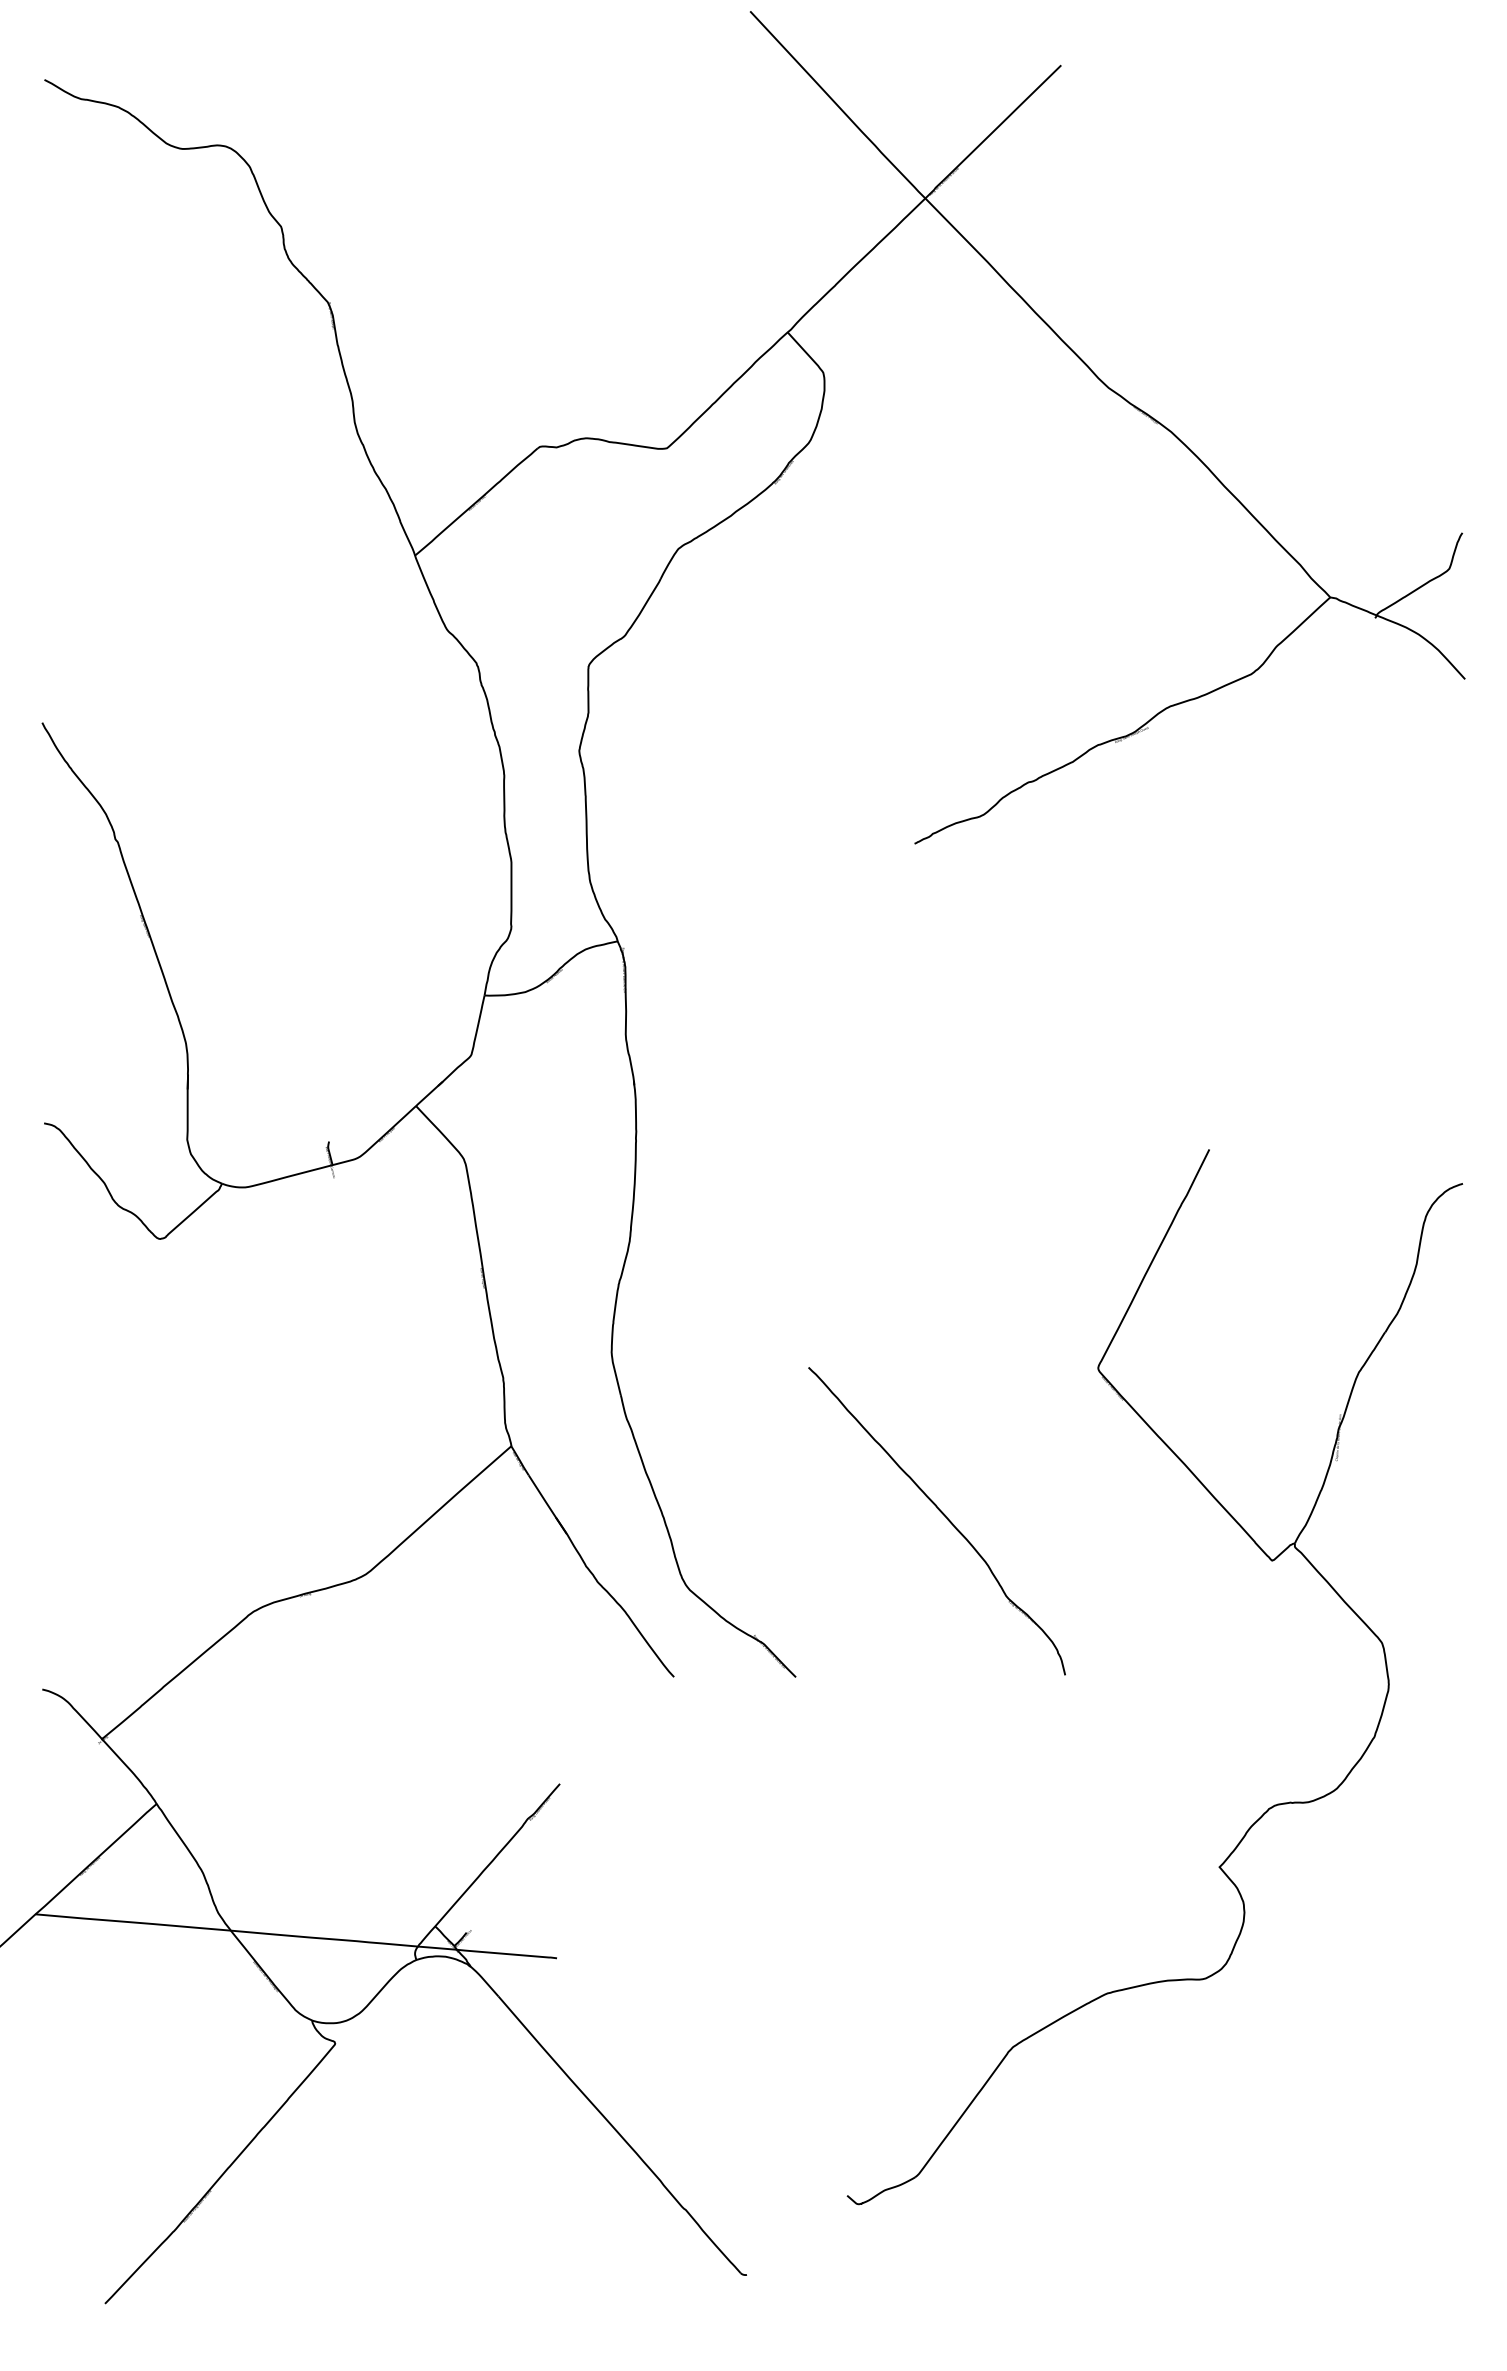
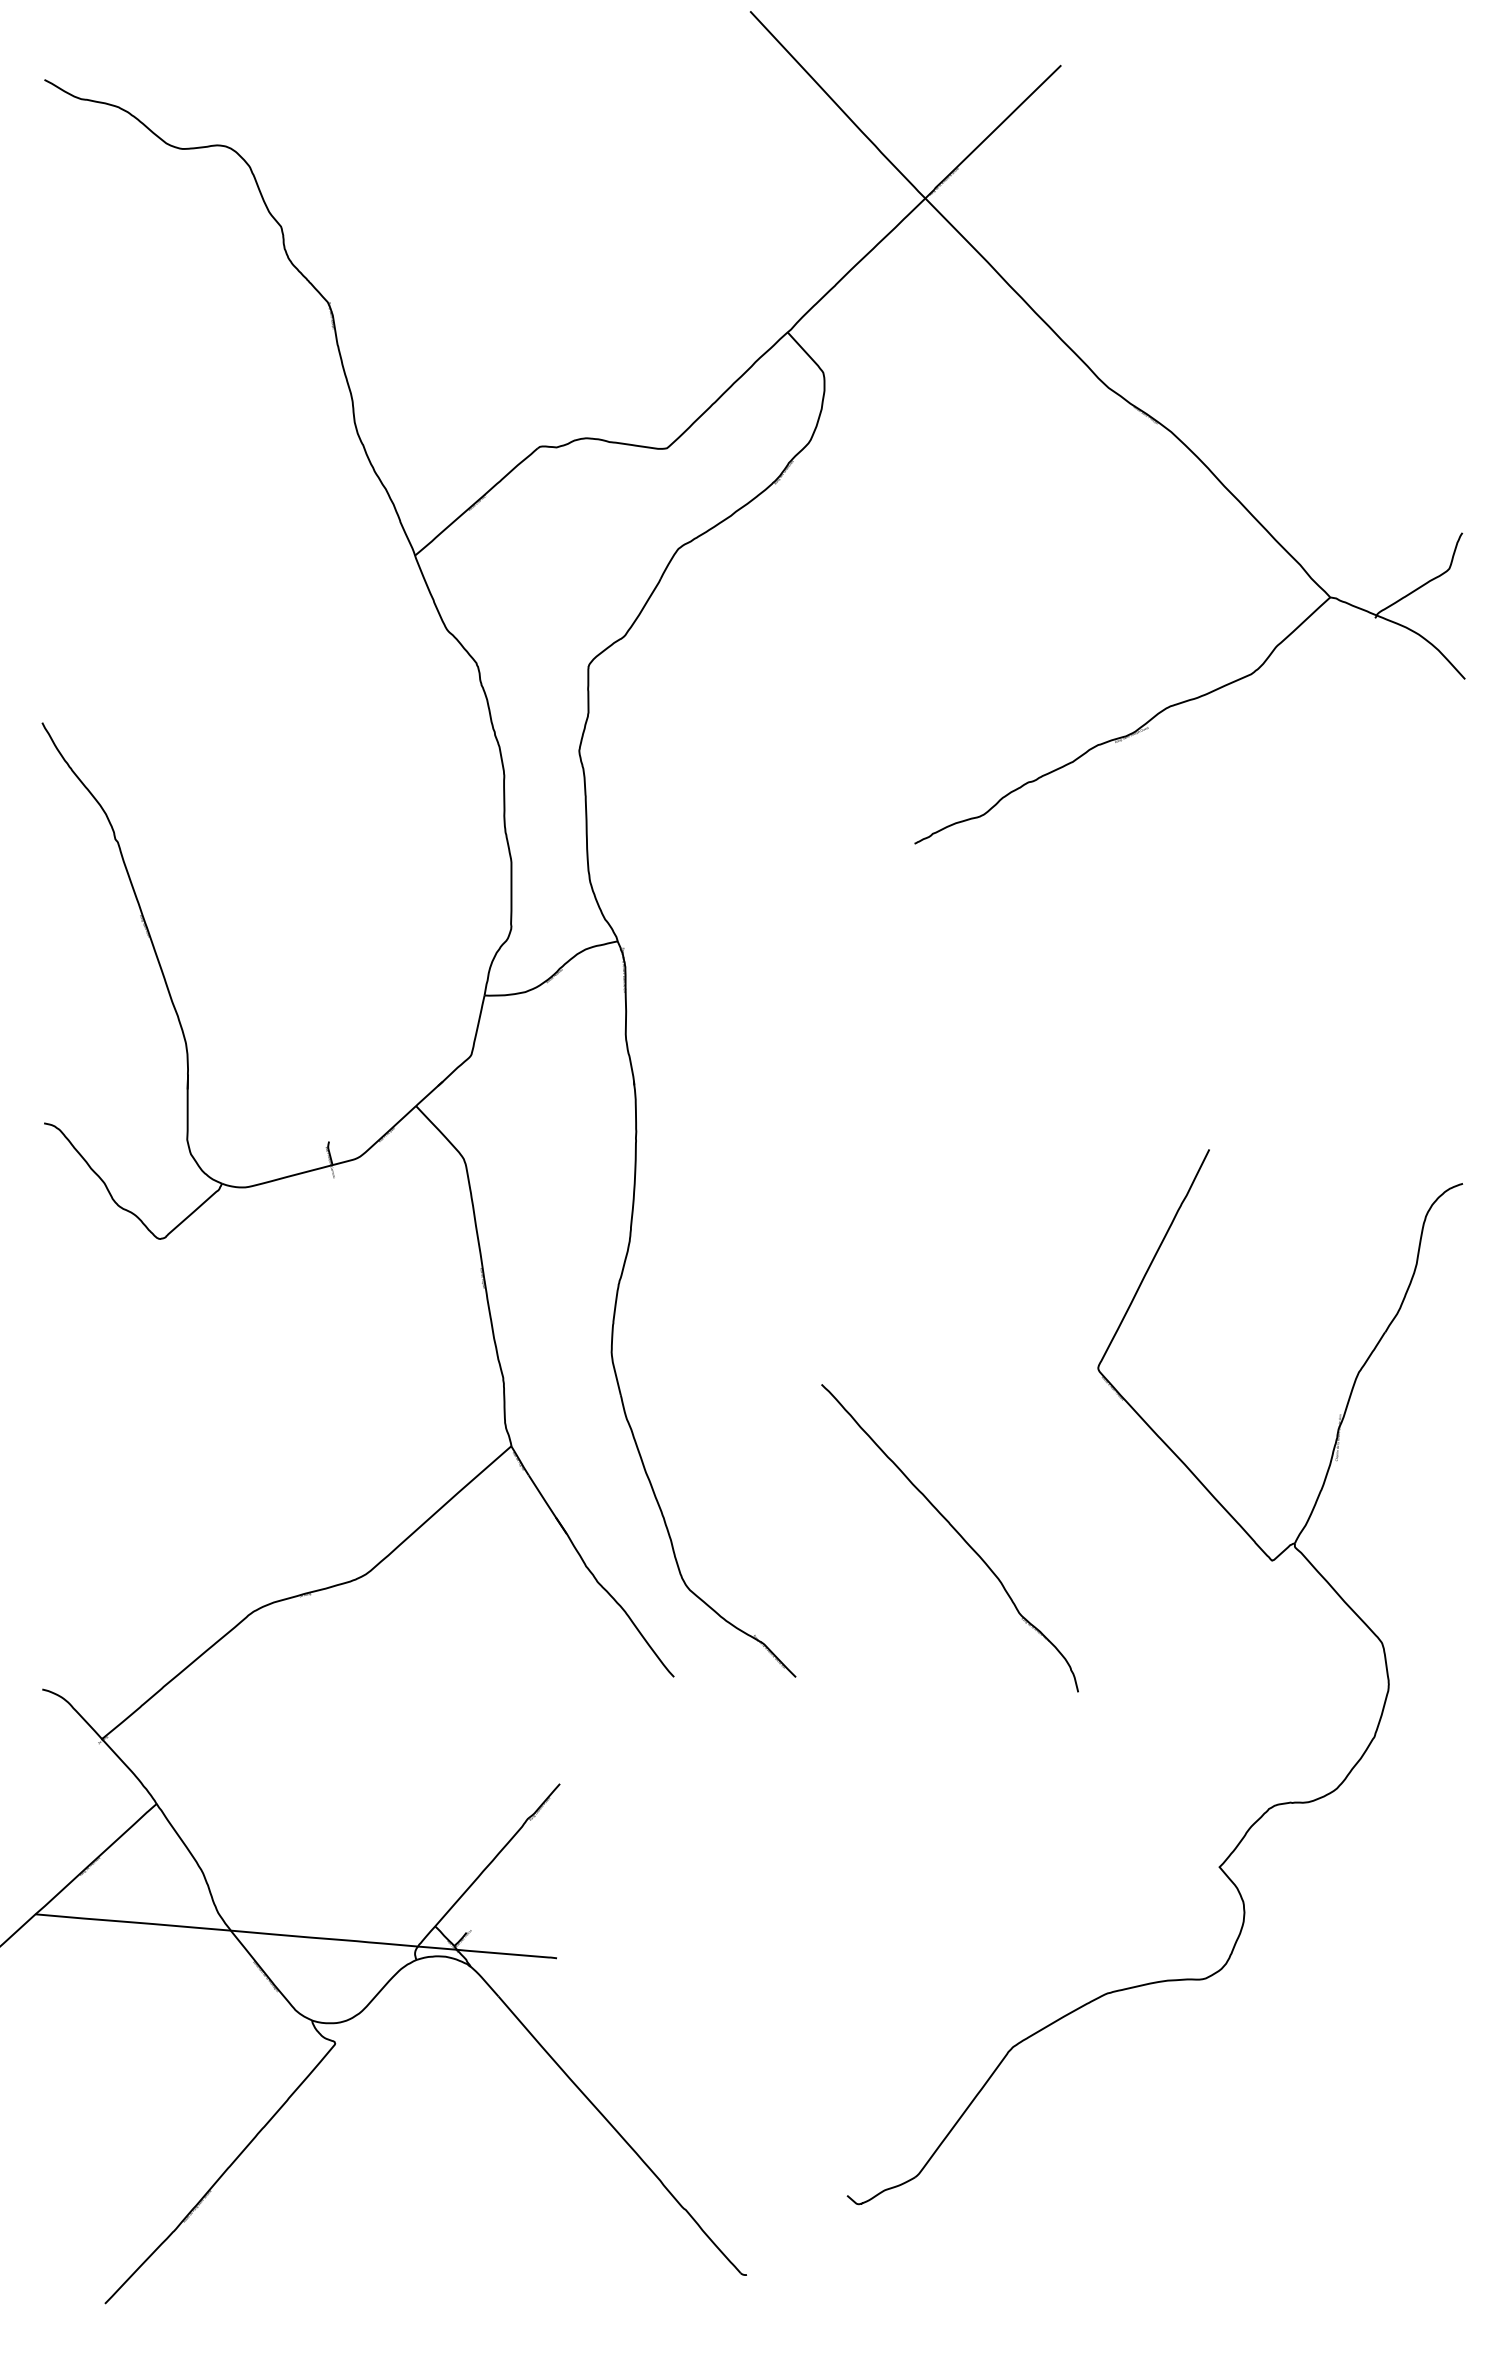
part at (942, 1514) position: (942, 1514) -> (955, 1531)
